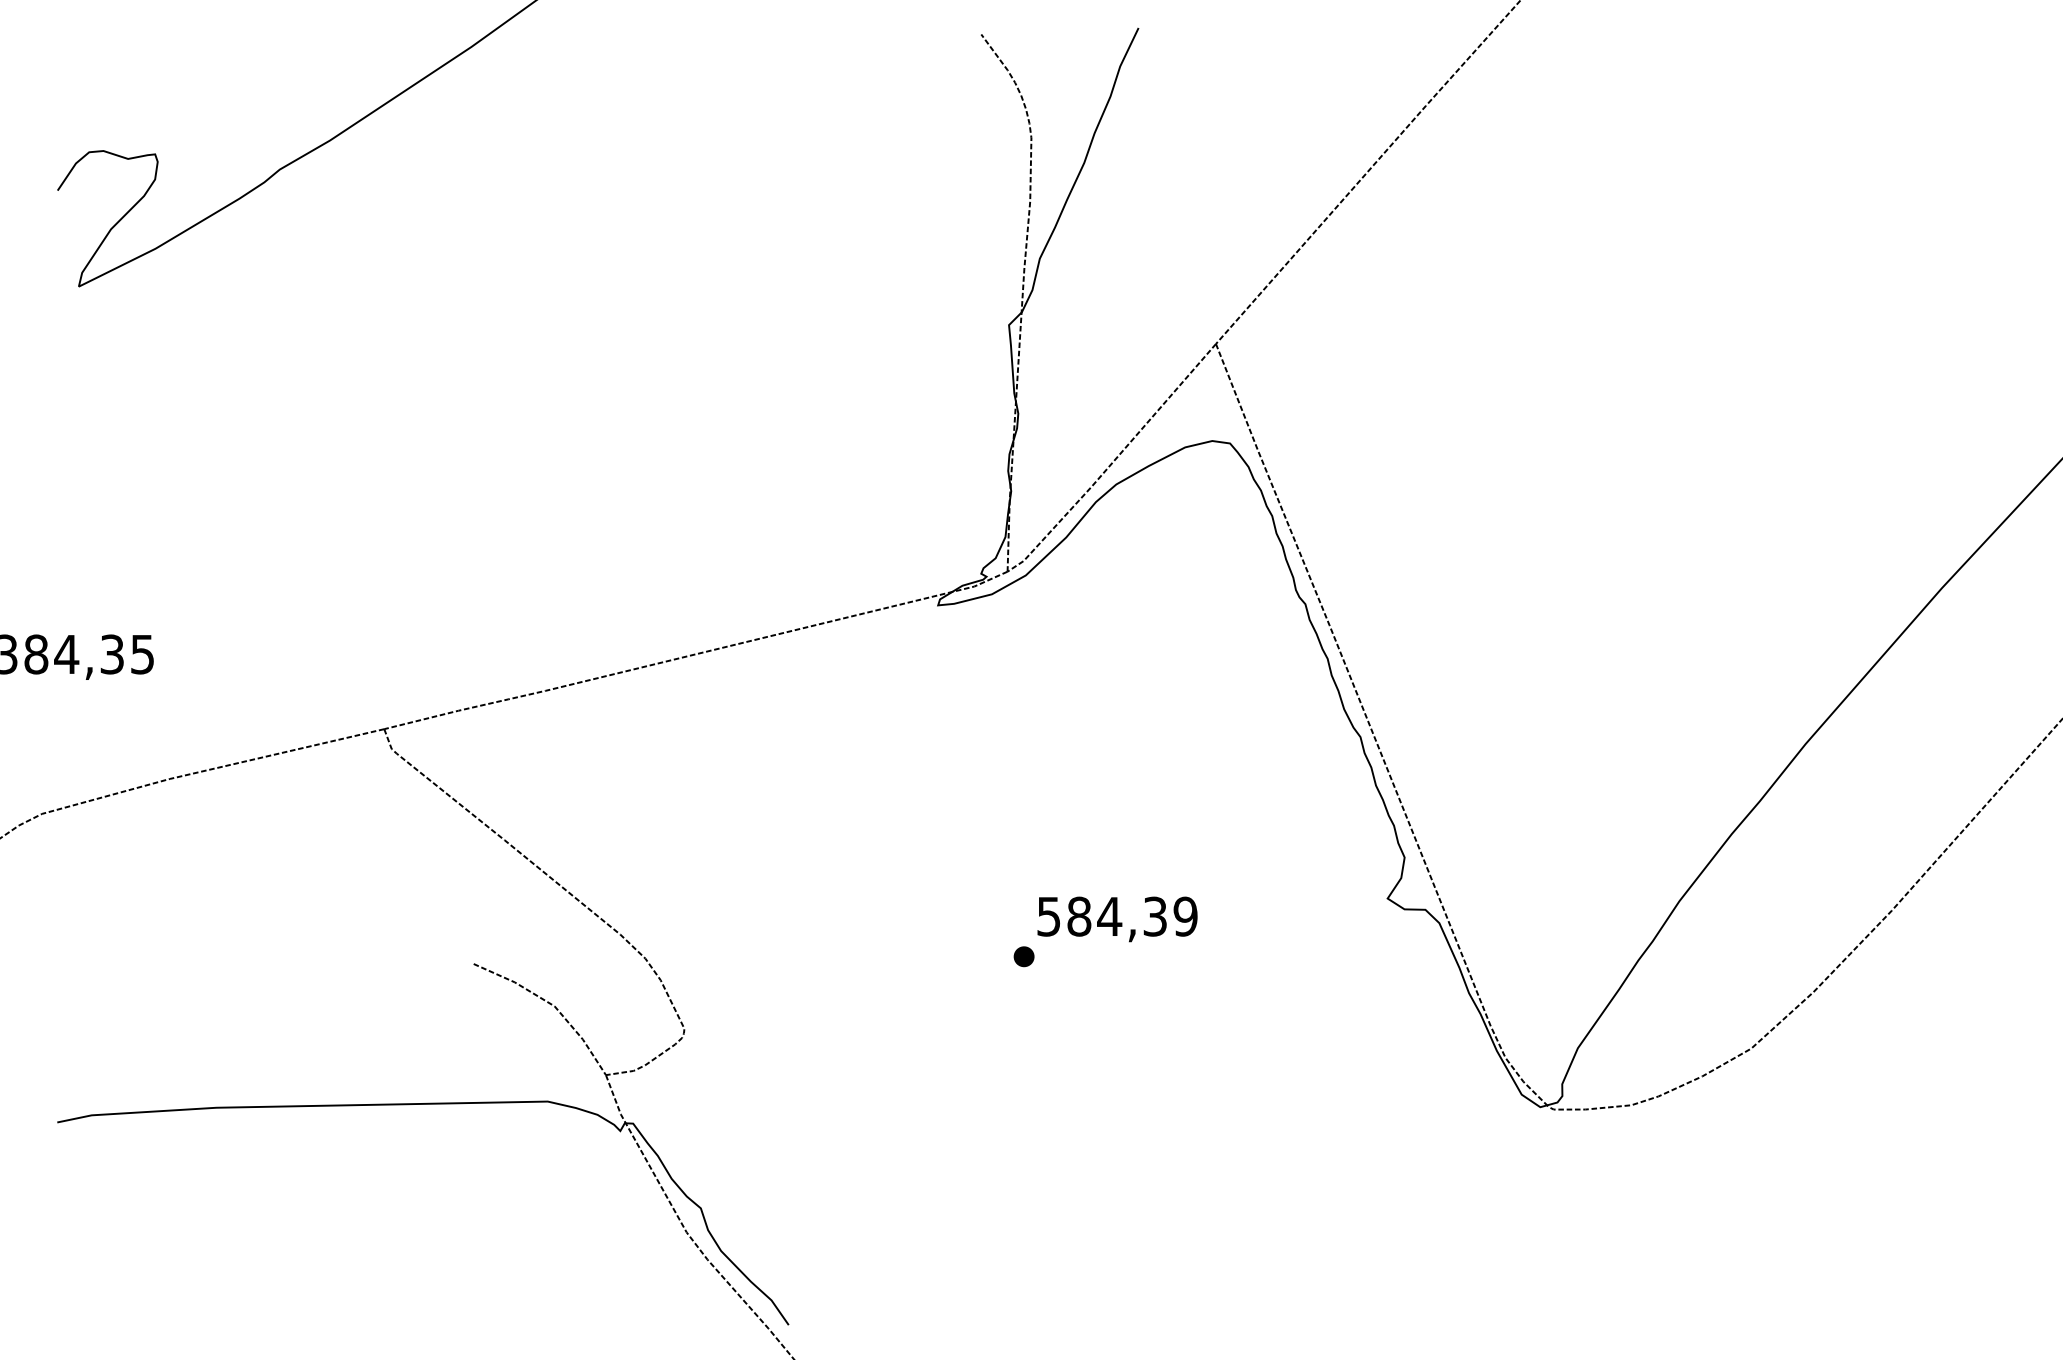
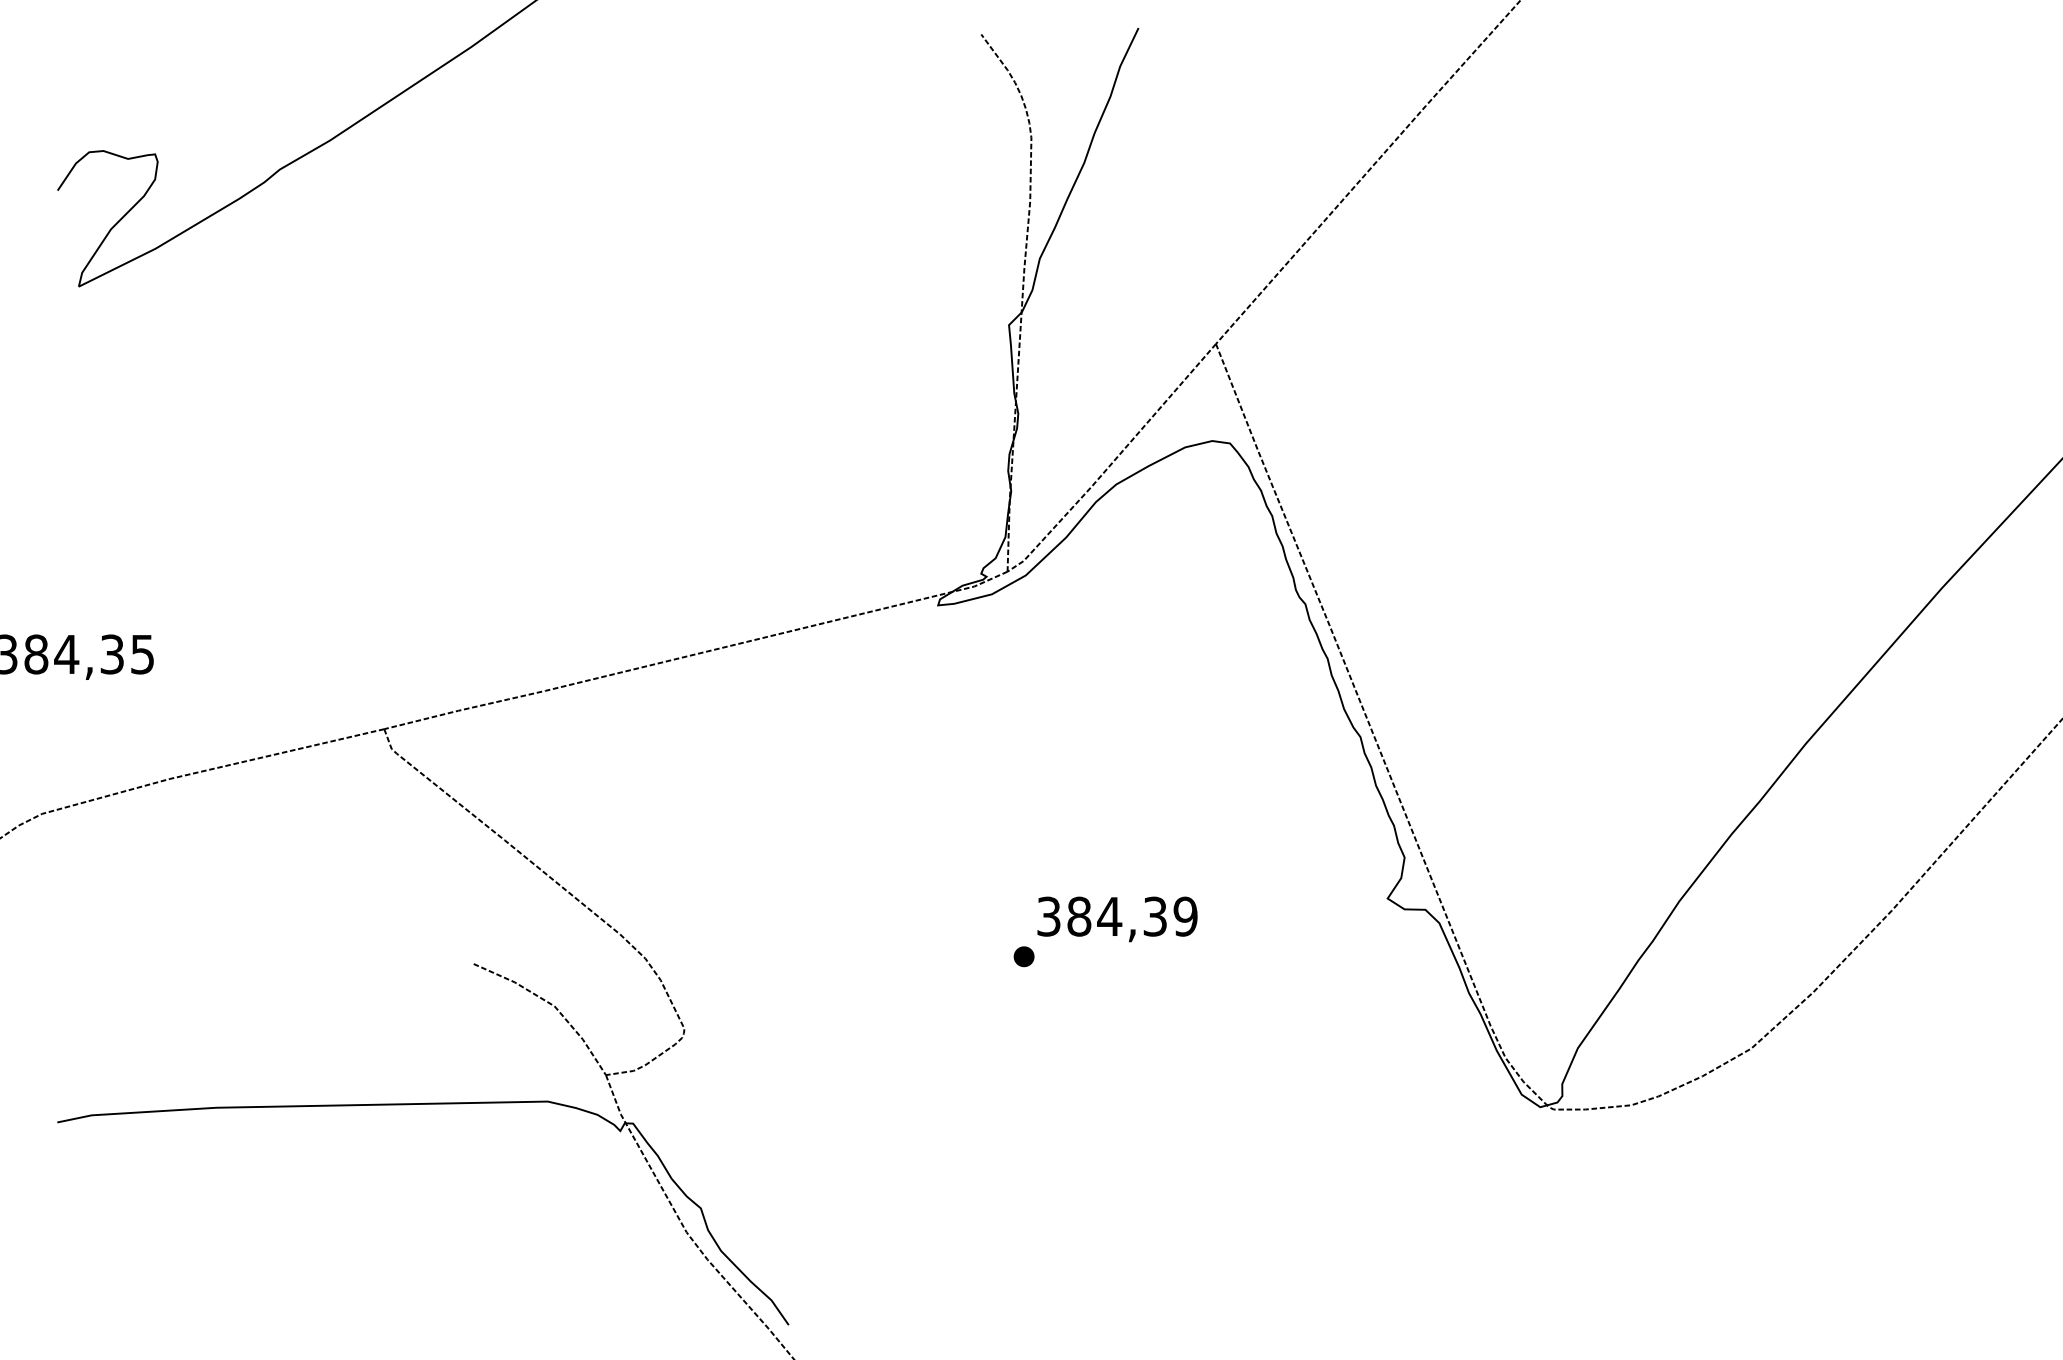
text at (1049, 916): 584,39 -> 384,39
